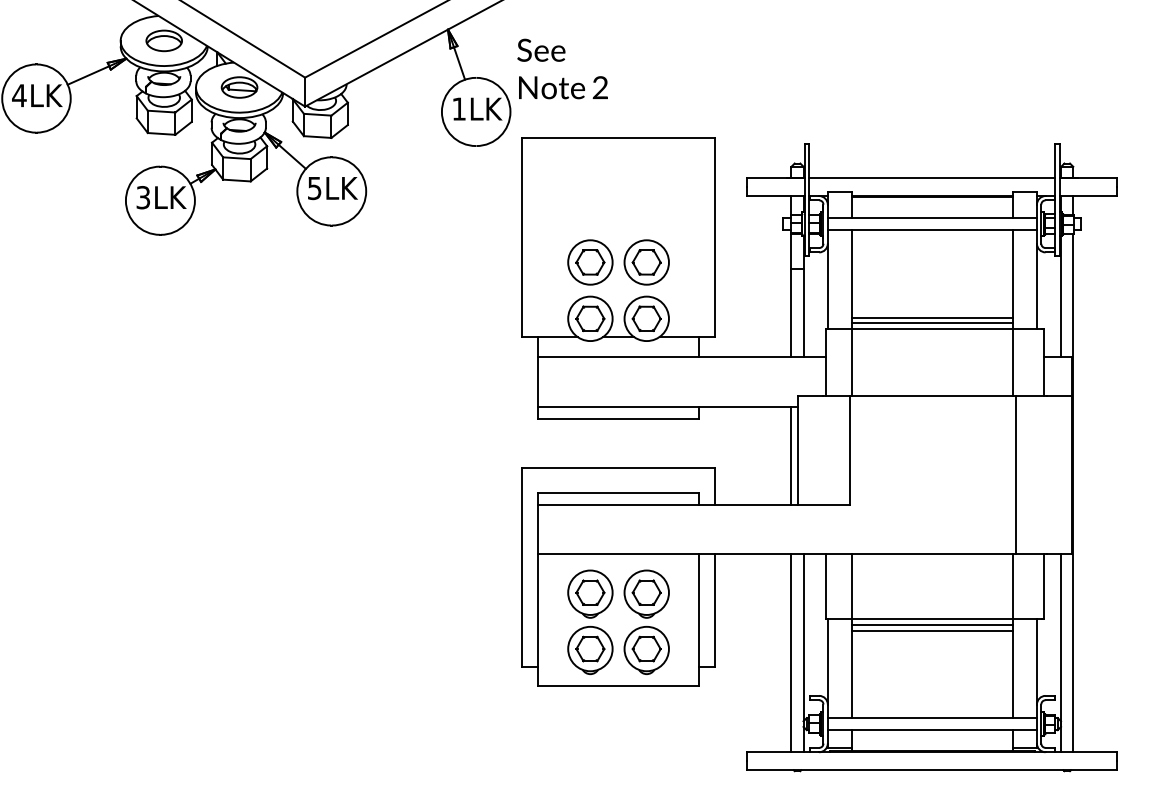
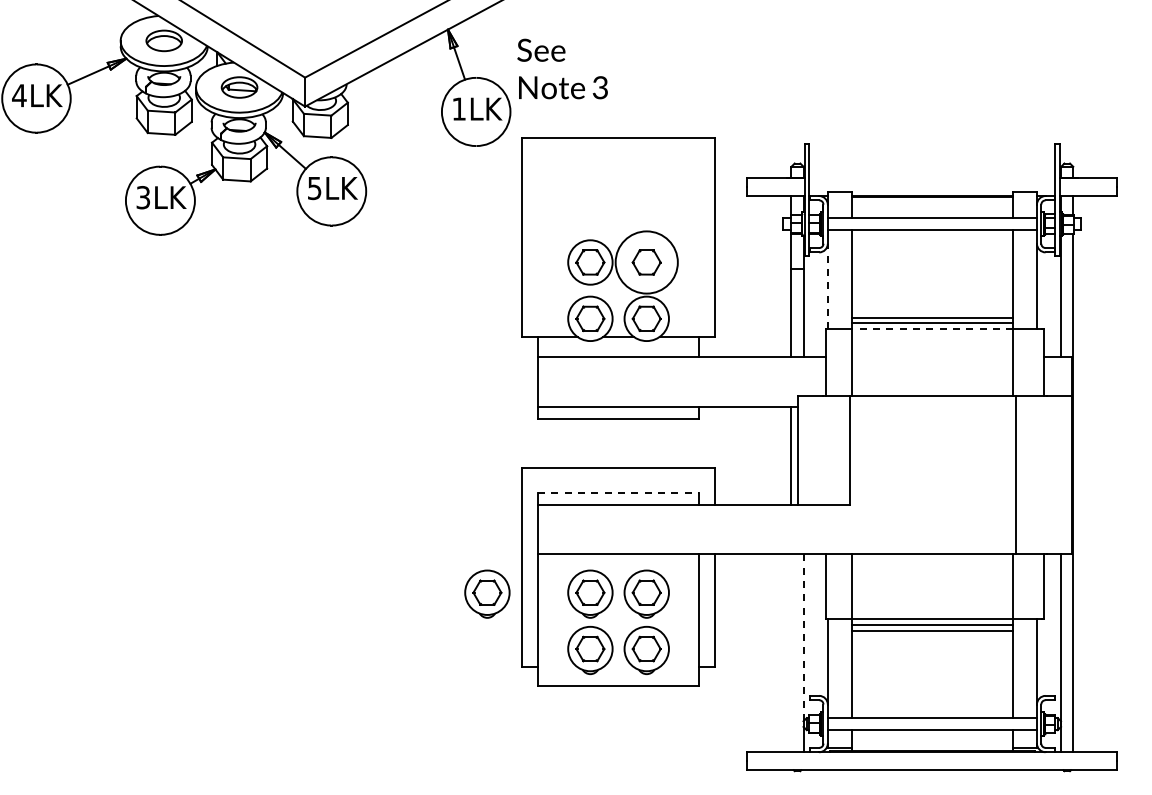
text at (599, 89): 2 -> 3
line at (932, 178): present -> none
circle at (646, 262) diameter: 44 px -> 62 px
line at (827, 286): solid -> dashed
line at (932, 329): solid -> dashed
line at (619, 492): solid -> dashed
part at (487, 593): none -> present
line at (803, 638): solid -> dashed
line at (791, 653): present -> none
